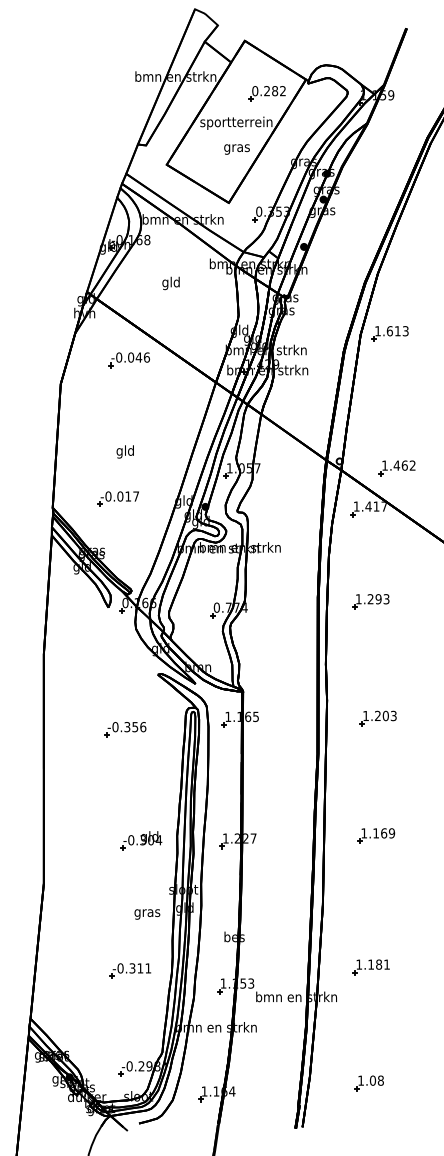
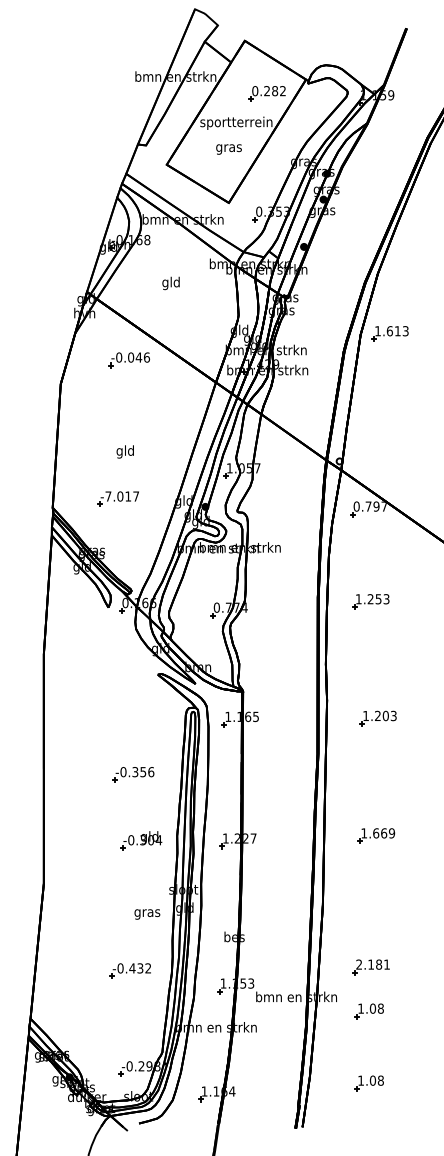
text at (236, 149) position: (236, 149) -> (228, 149)
part at (396, 468): present -> none
text at (108, 496): -0.017 -> -7.017
text at (366, 506): 1.417 -> 0.797
text at (378, 599): 1.293 -> 1.253
part at (125, 729) position: (125, 729) -> (133, 774)
text at (376, 833): 1.169 -> 1.669
text at (358, 964): 1.181 -> 2.181
text at (139, 968): -0.311 -> -0.432
part at (368, 1011): none -> present
